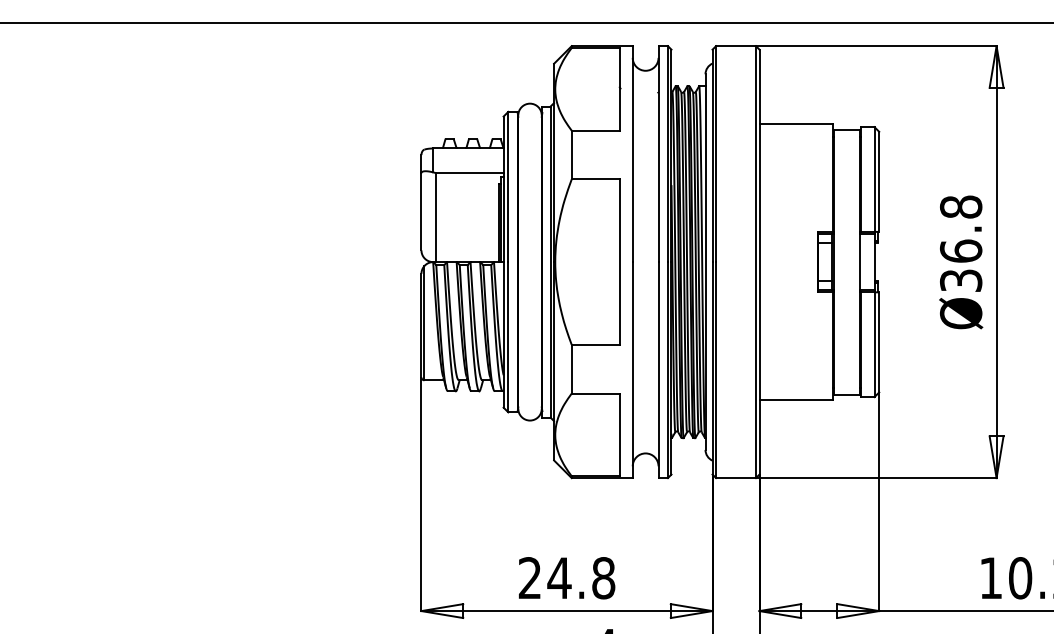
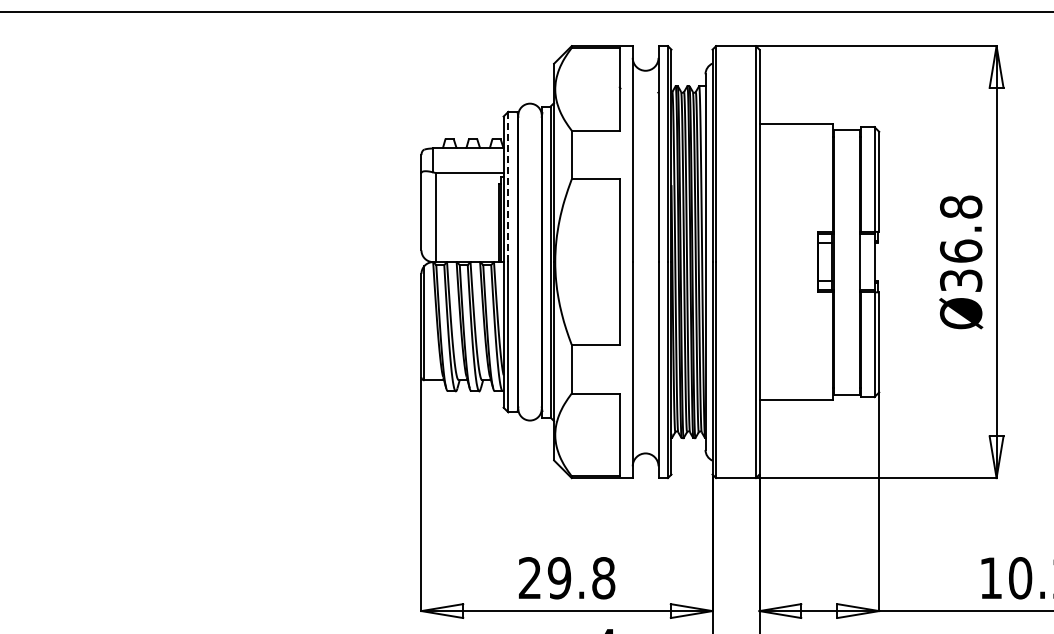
line at (526, 22) position: (526, 22) -> (526, 11)
line at (508, 187): solid -> dashed
text at (559, 578): 24.8 -> 29.8
